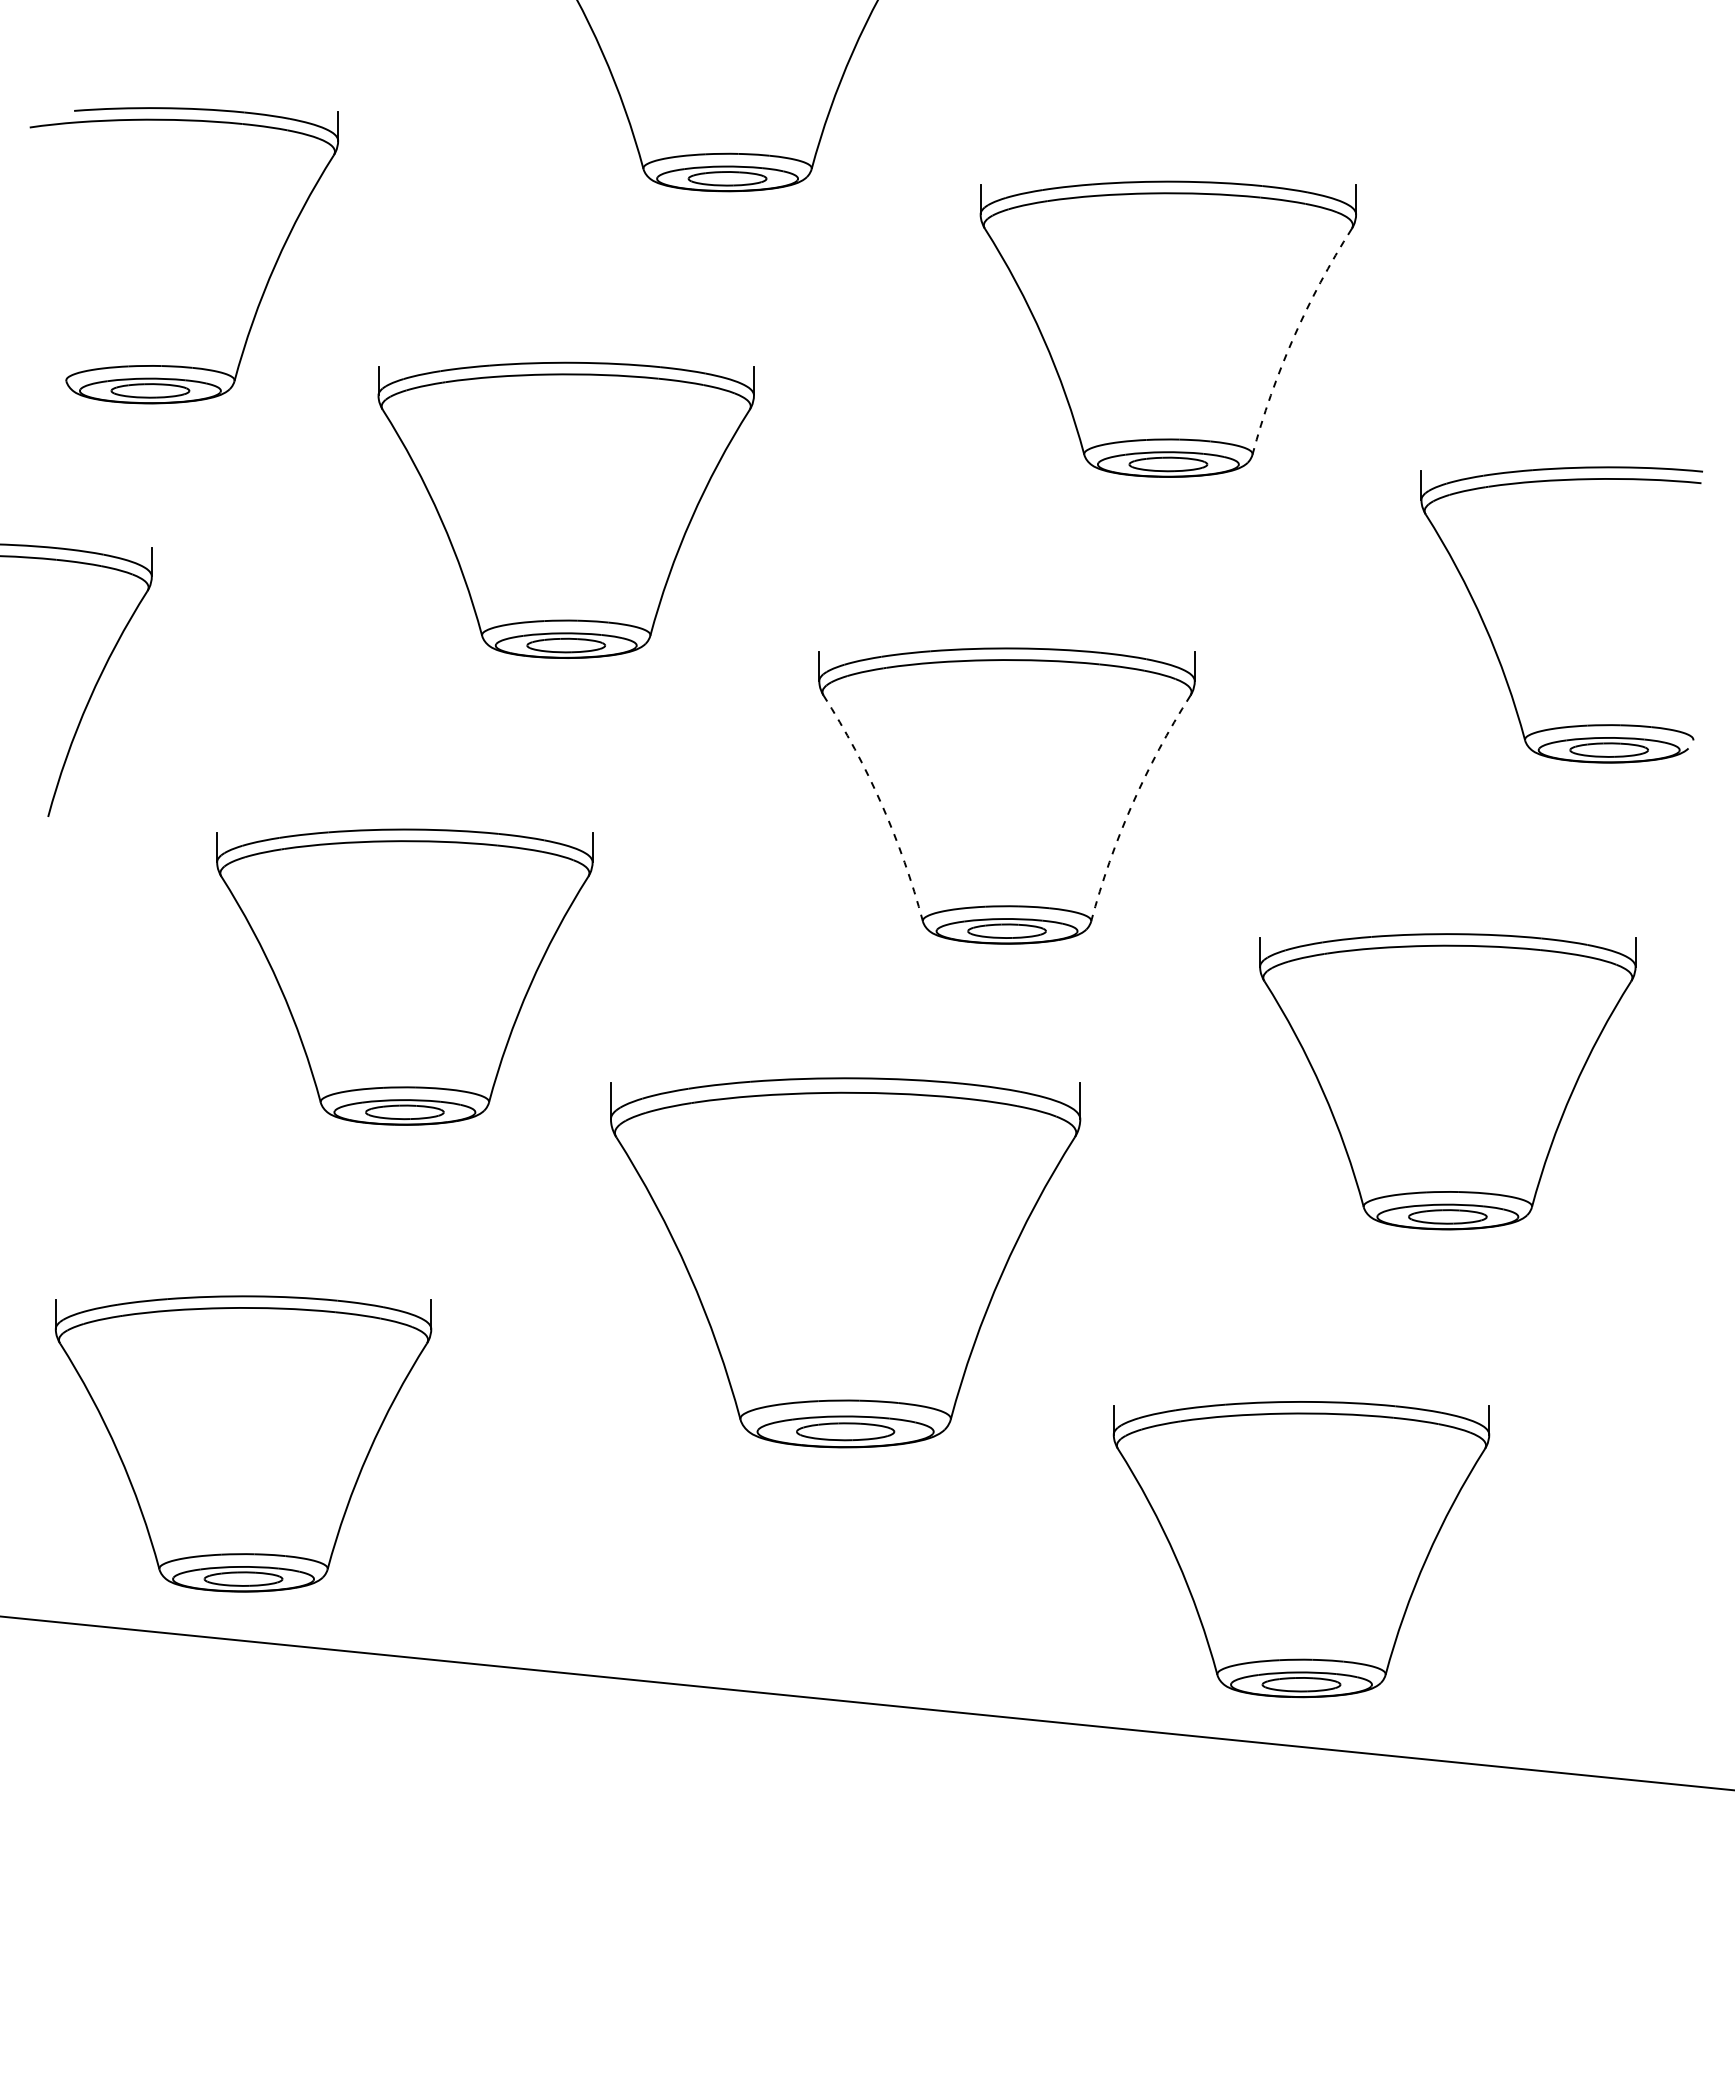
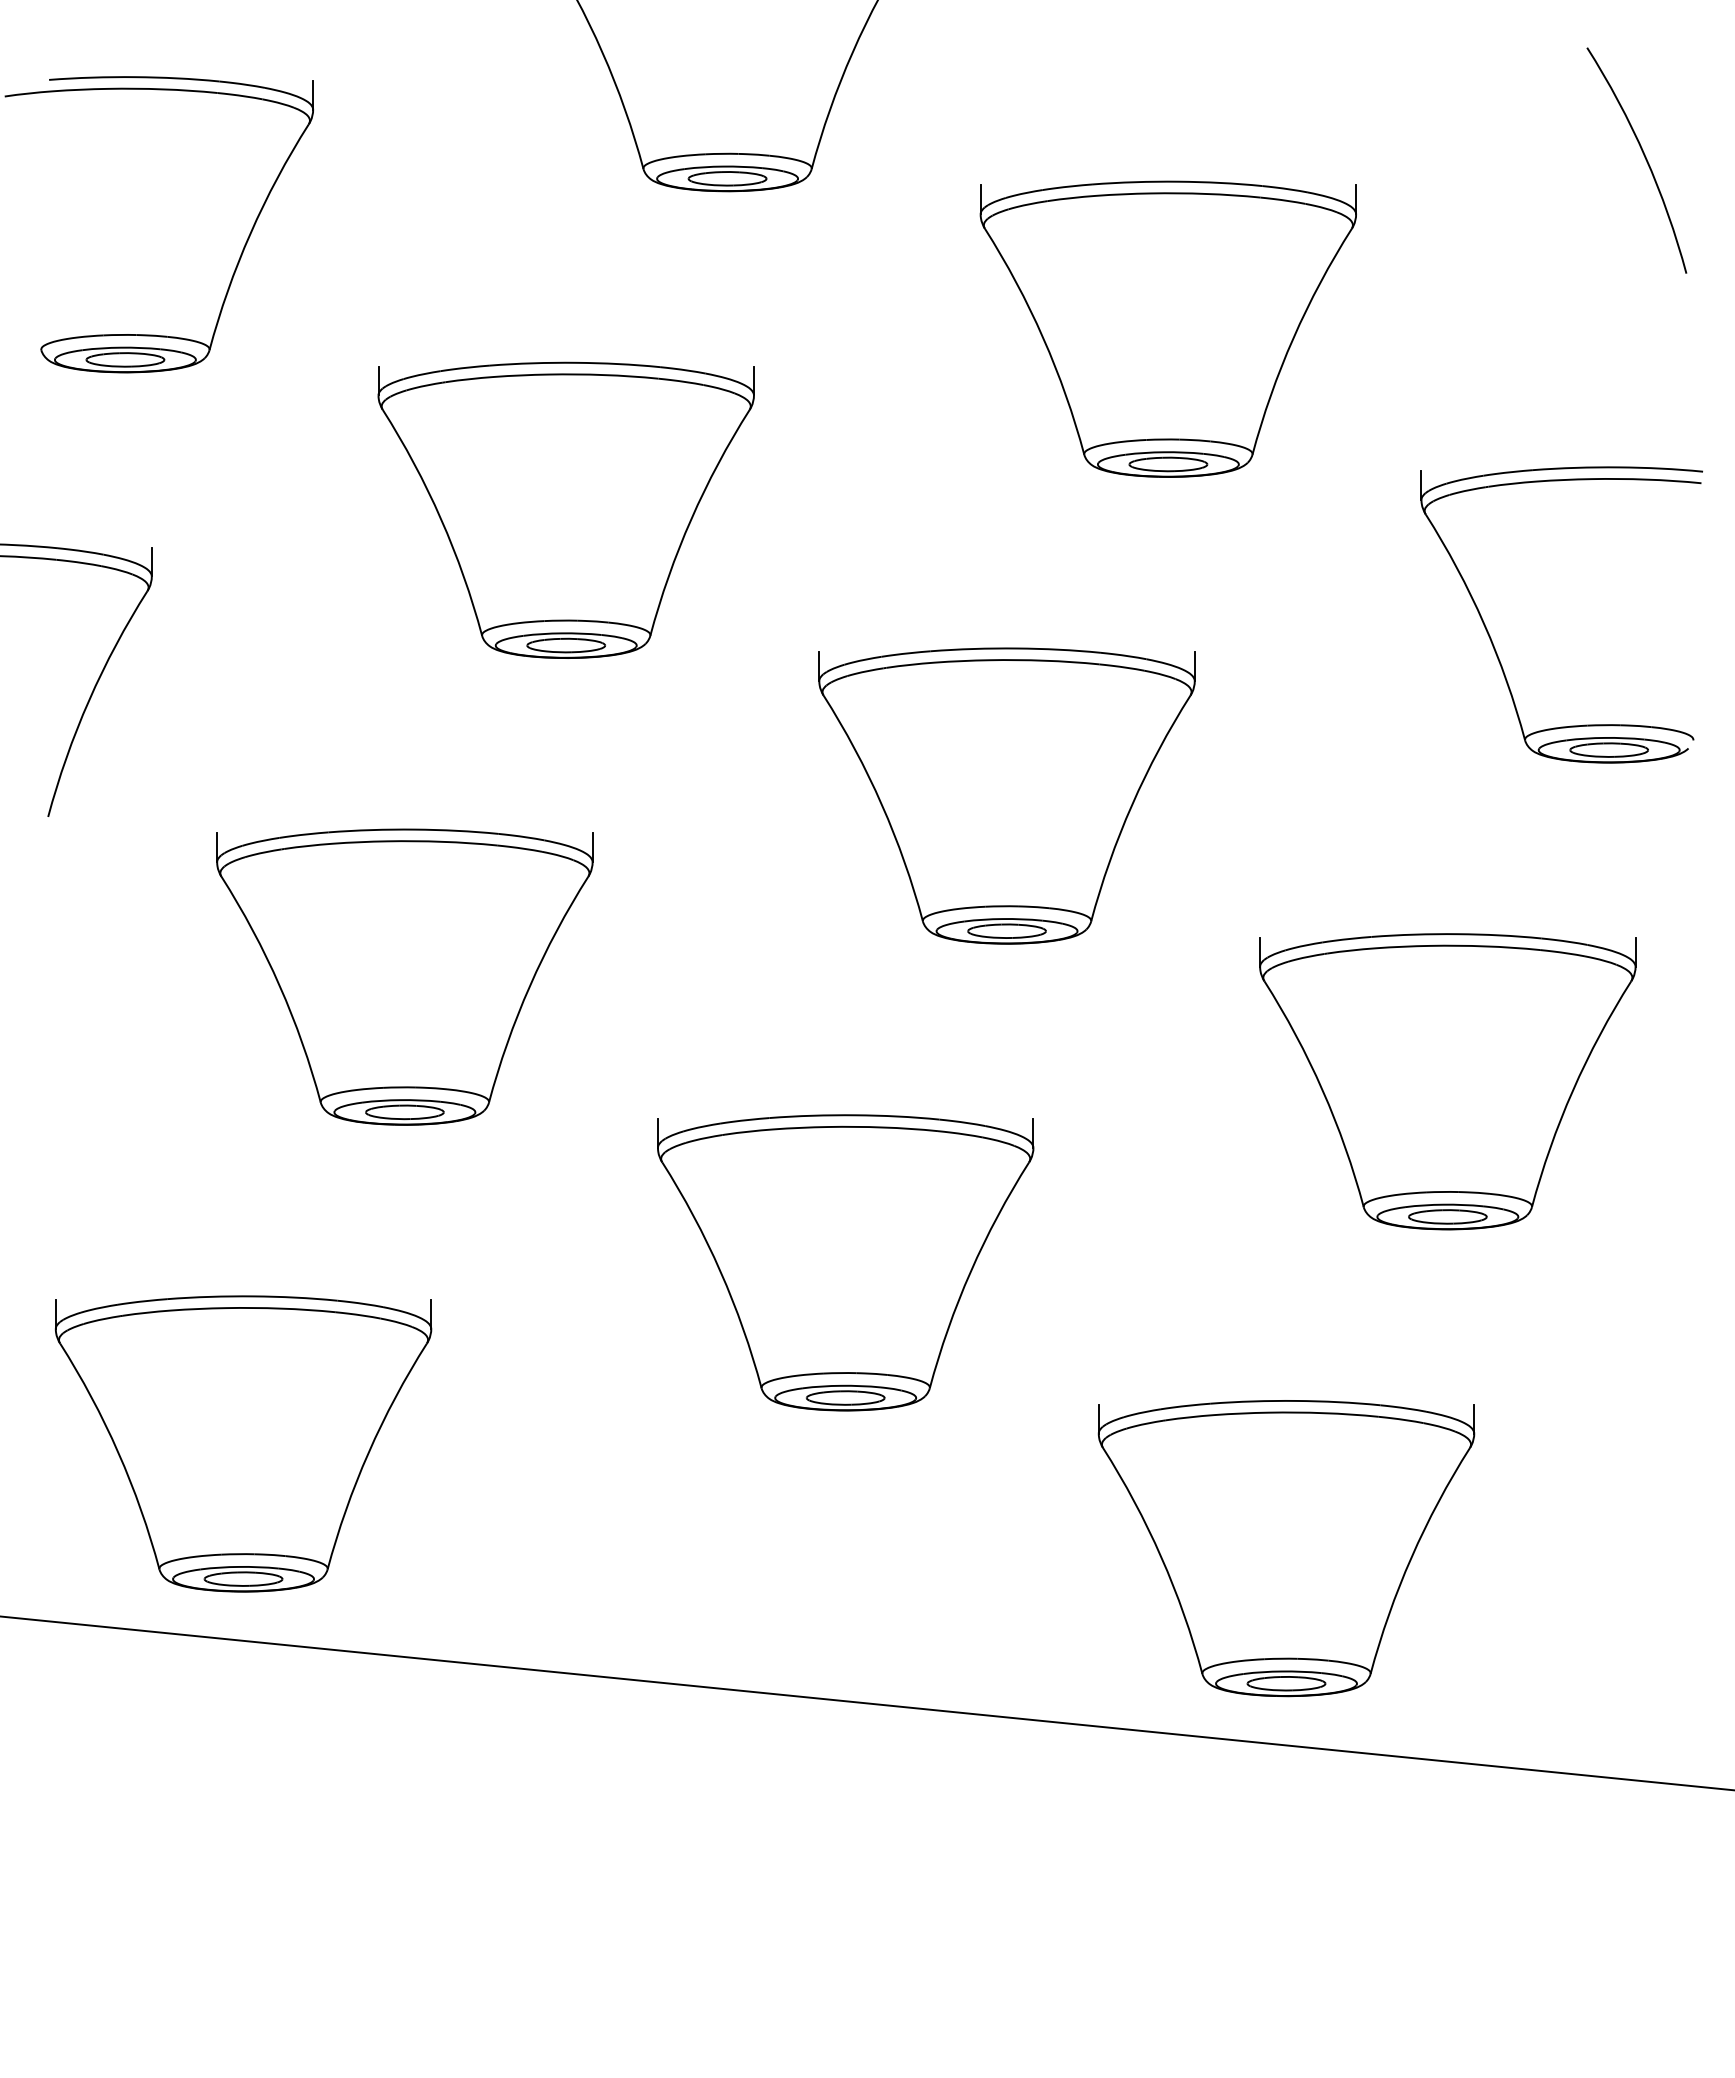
arc at (1644, 157): none -> present
part at (265, 285) position: (265, 285) -> (240, 254)
arc at (1293, 338): dashed -> solid
arc at (881, 804): dashed -> solid
arc at (1132, 804): dashed -> solid
part at (845, 1262) size: 472x372 px -> 378x298 px
part at (1301, 1549) position: (1301, 1549) -> (1286, 1548)
